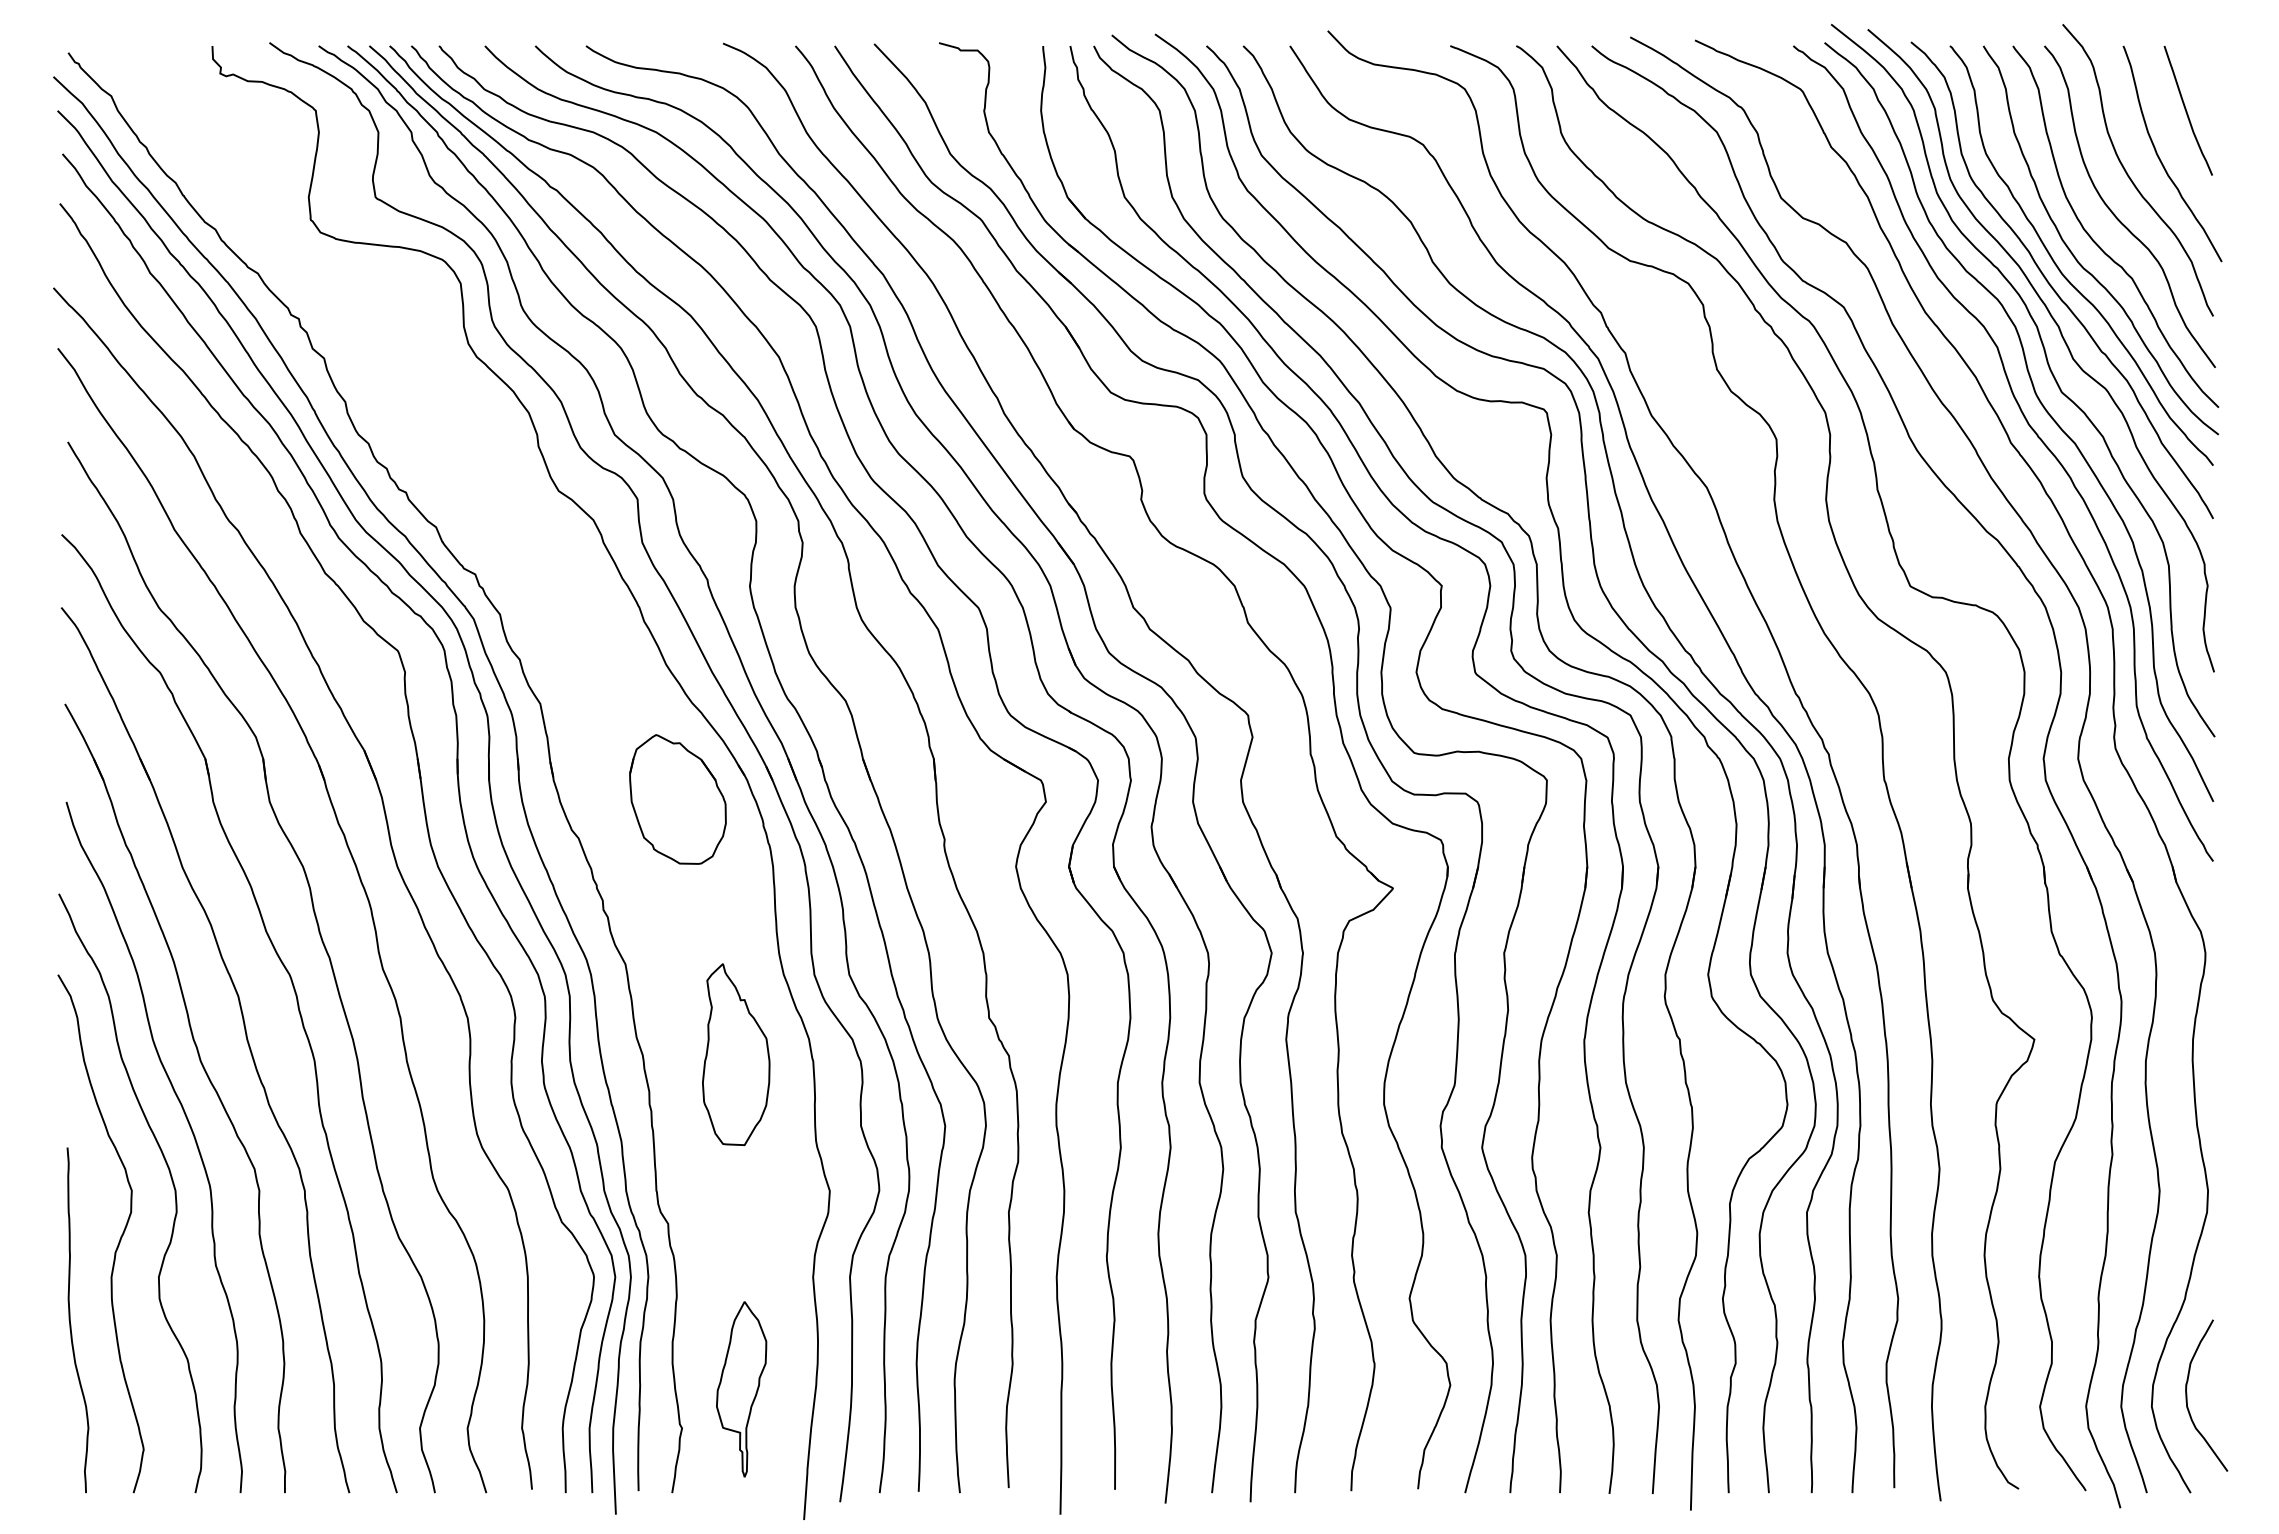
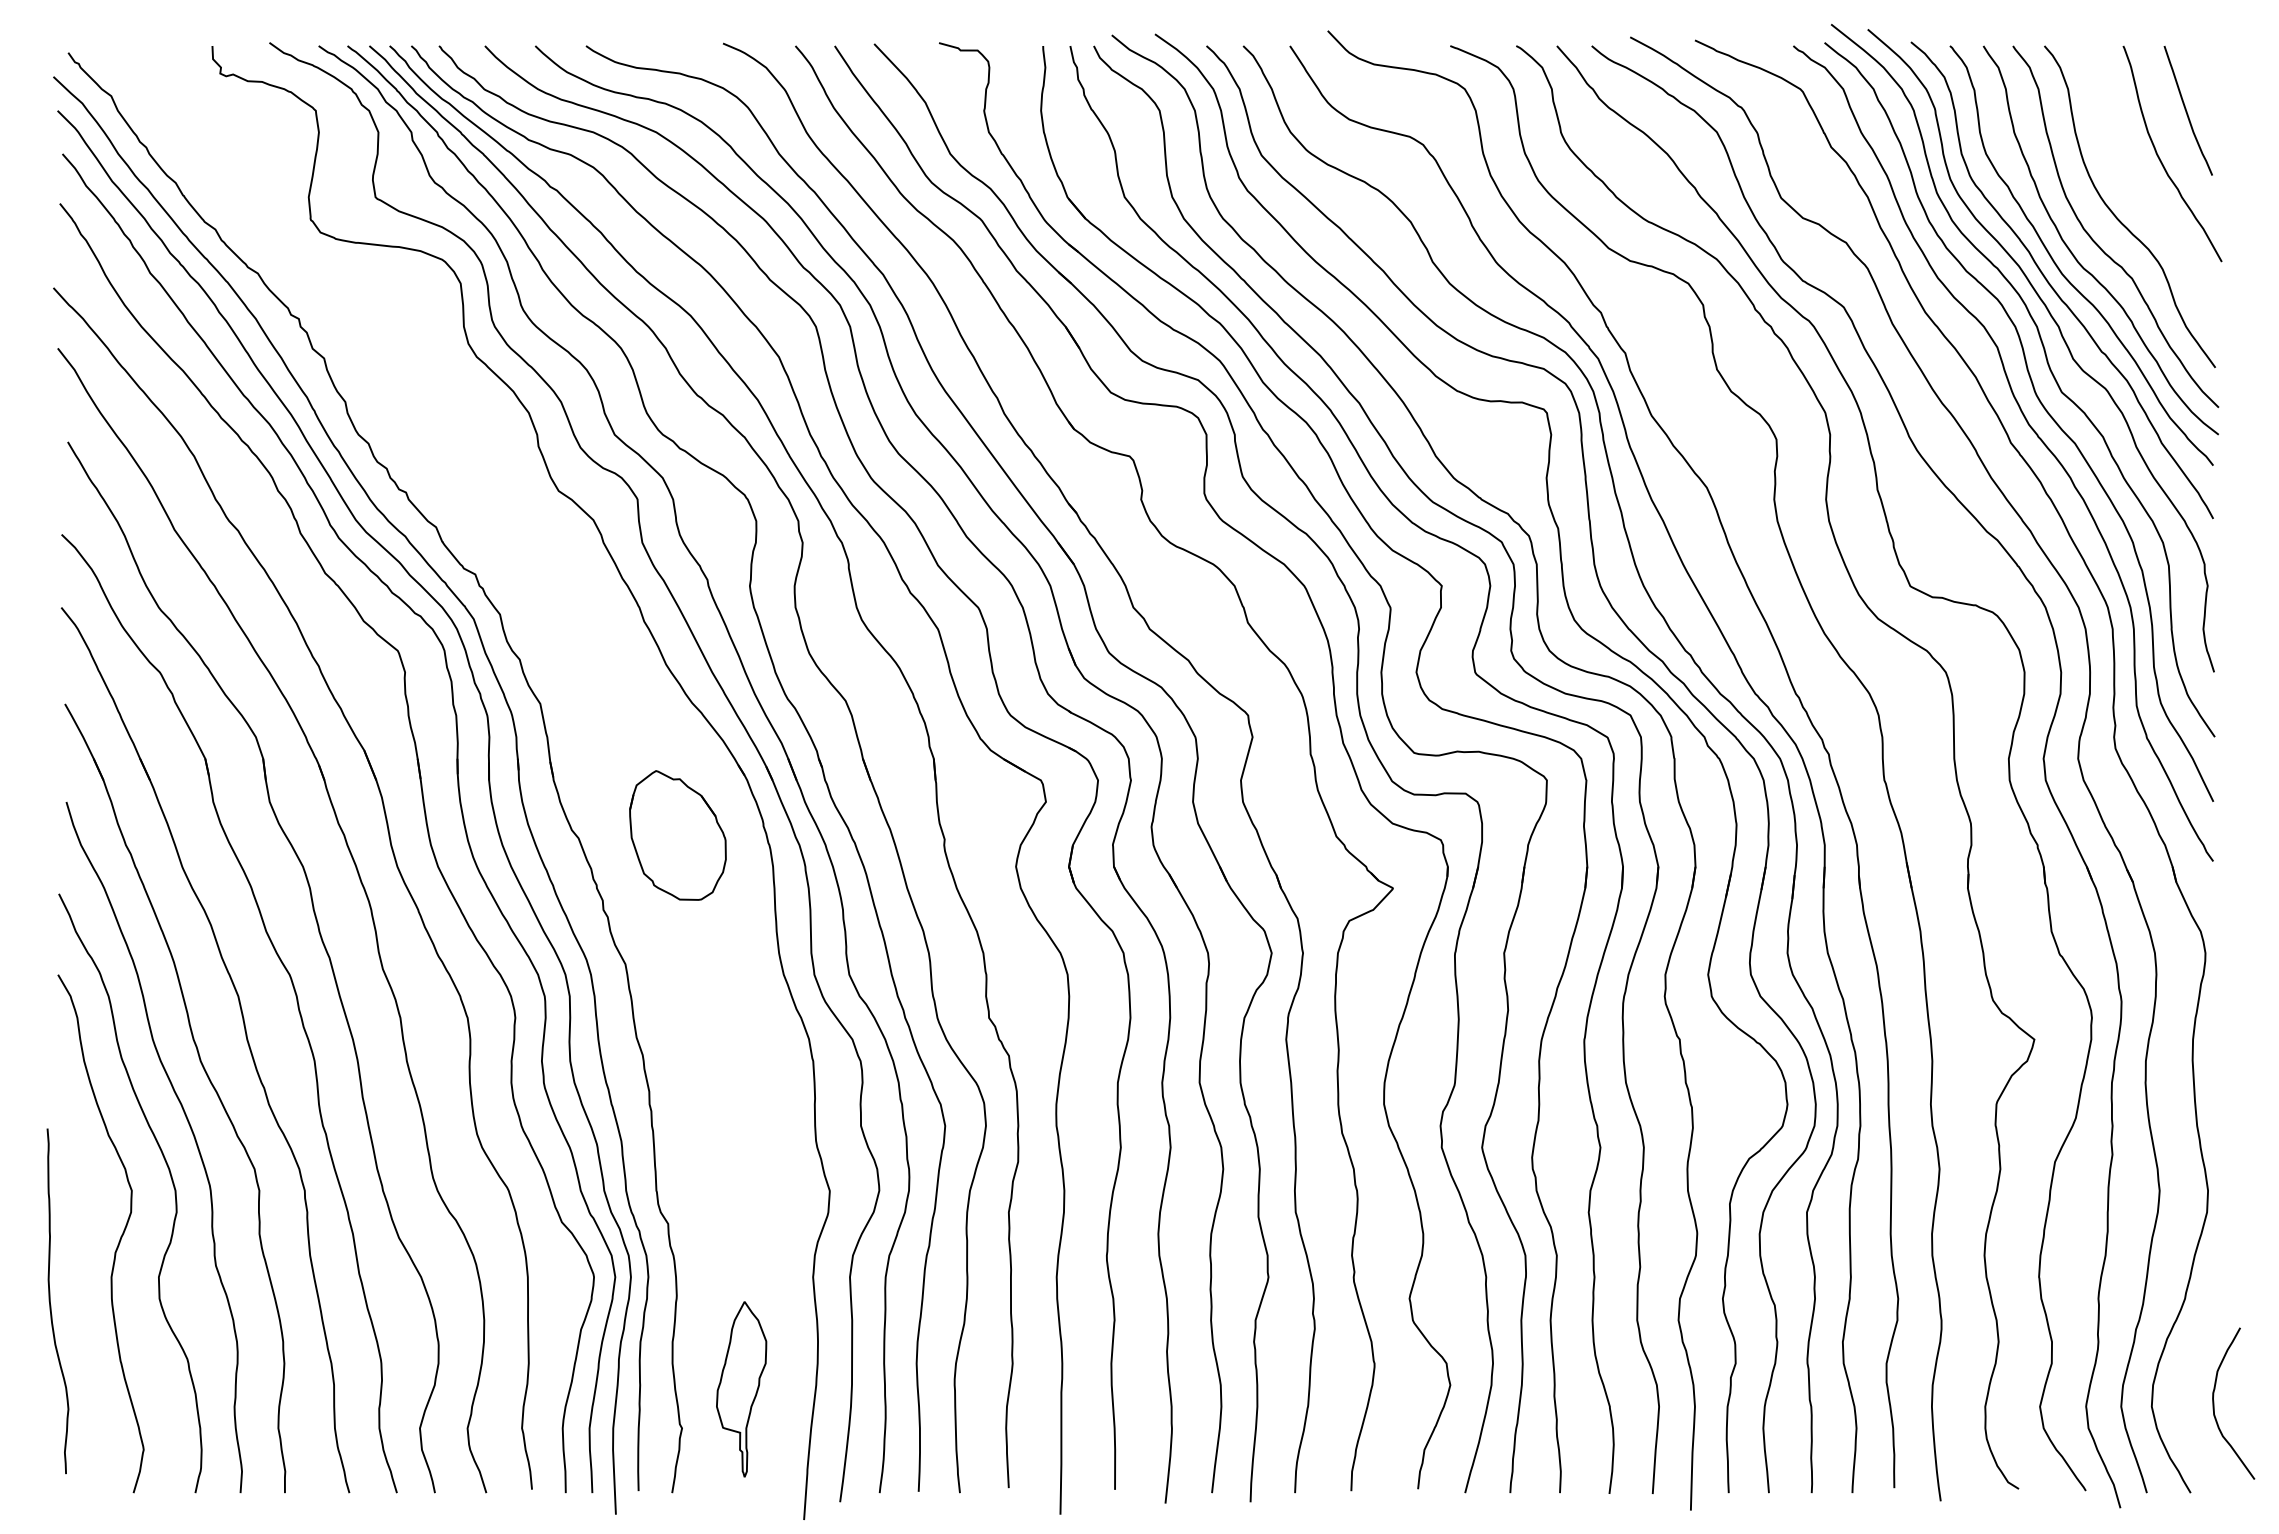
curve at (2129, 175): present -> none
part at (677, 799) position: (677, 799) -> (677, 835)
part at (736, 1054): present -> none
curve at (70, 1320) position: (70, 1320) -> (50, 1301)
curve at (2187, 1395) position: (2187, 1395) -> (2214, 1403)
